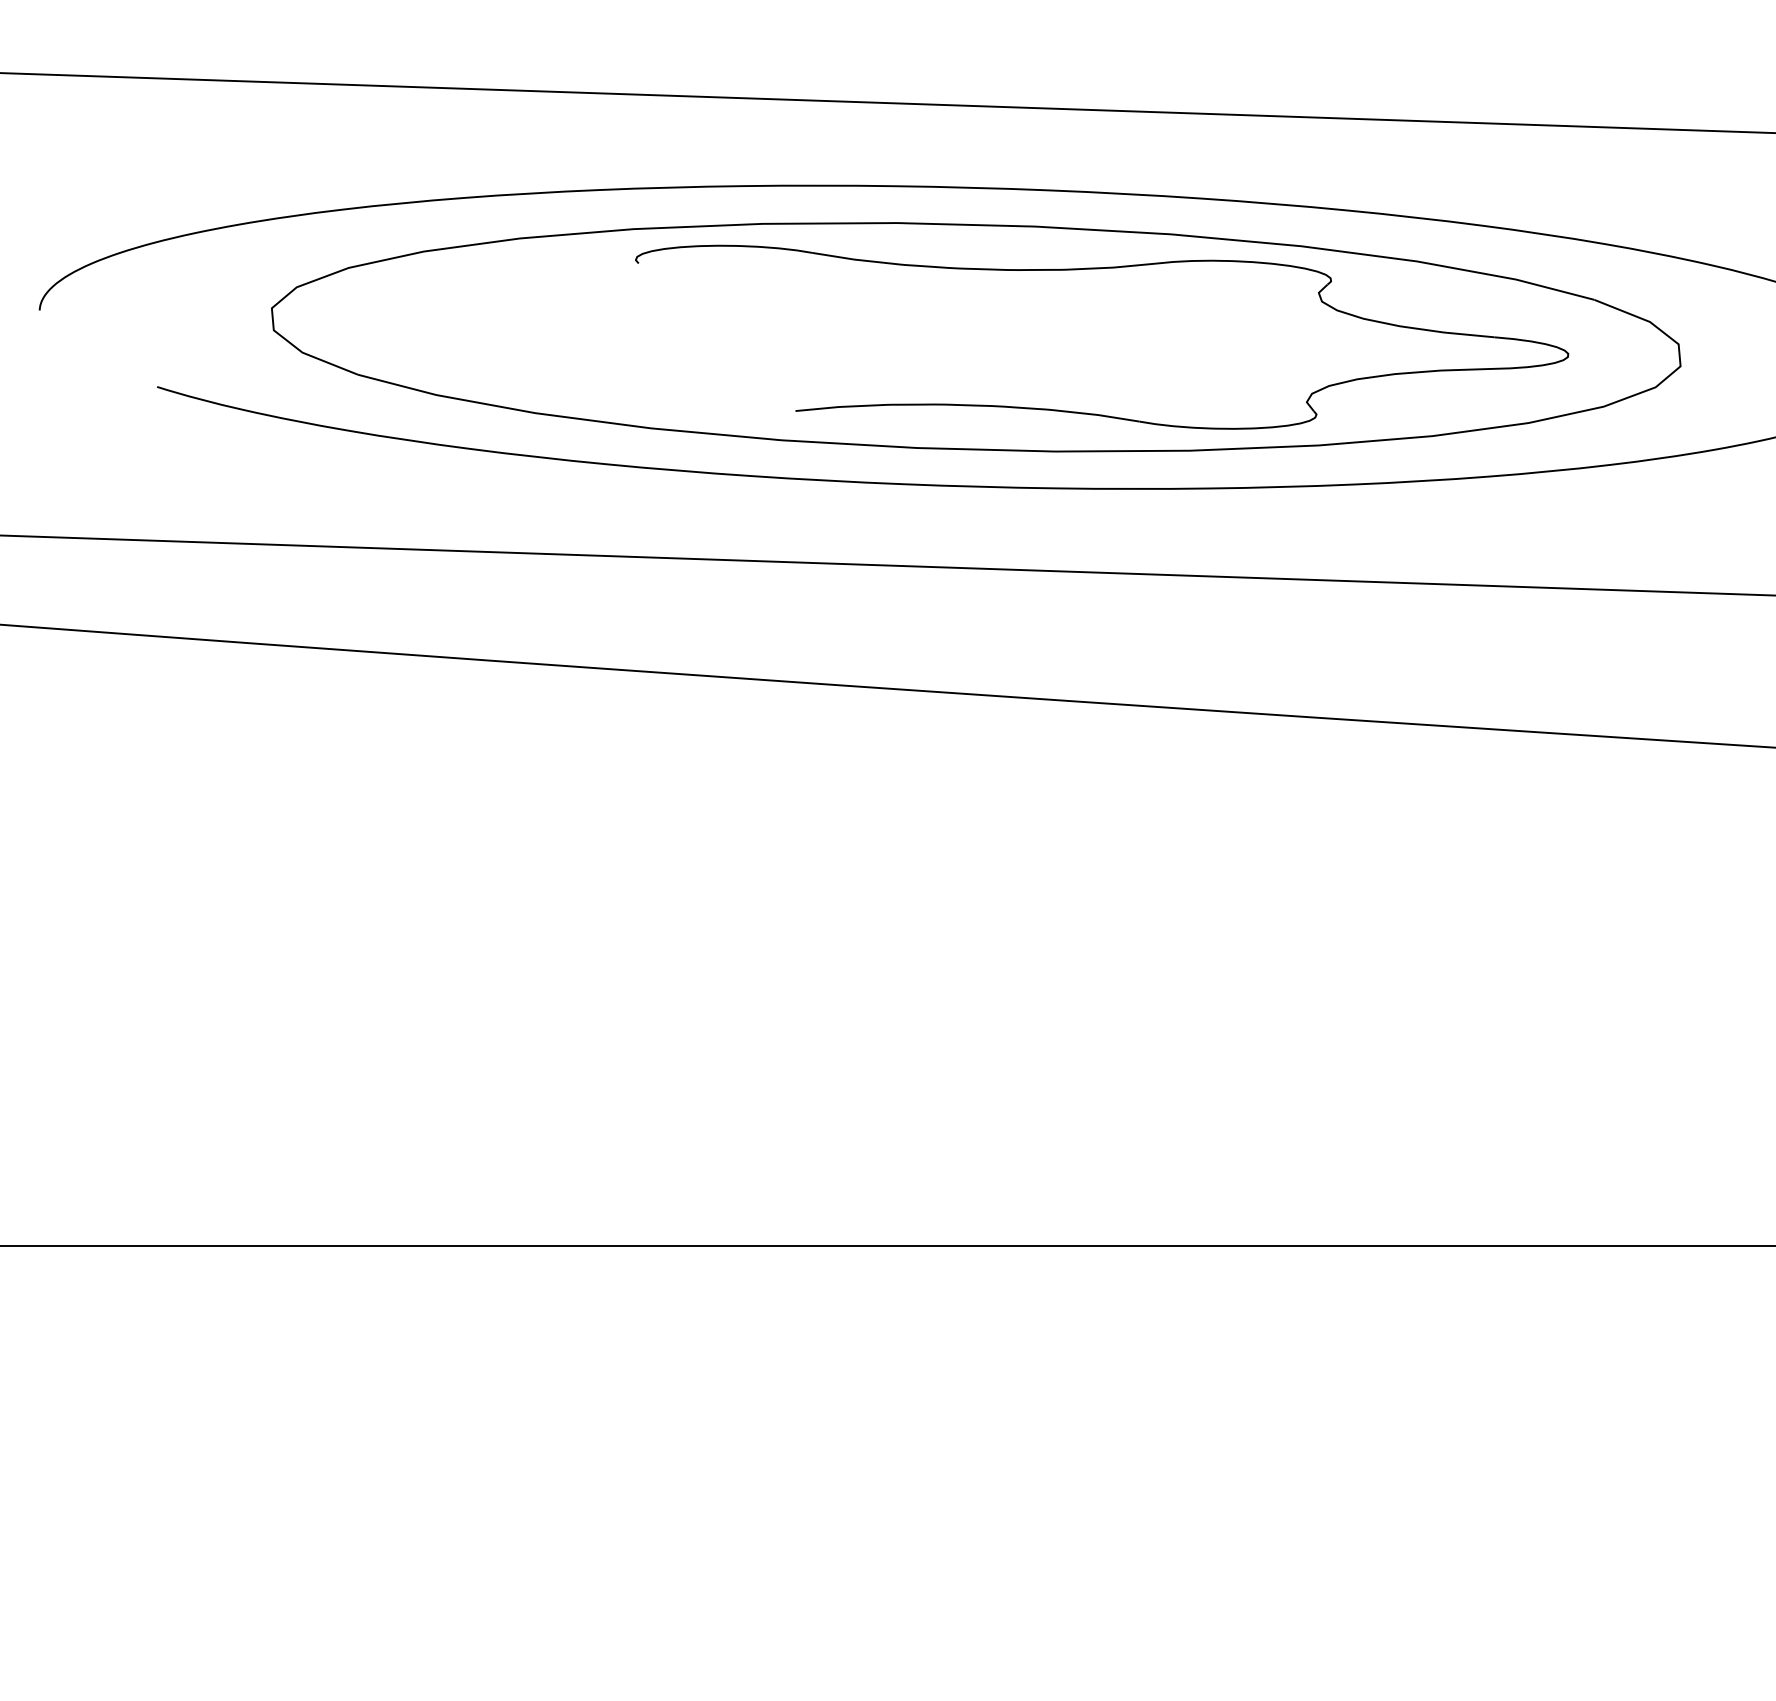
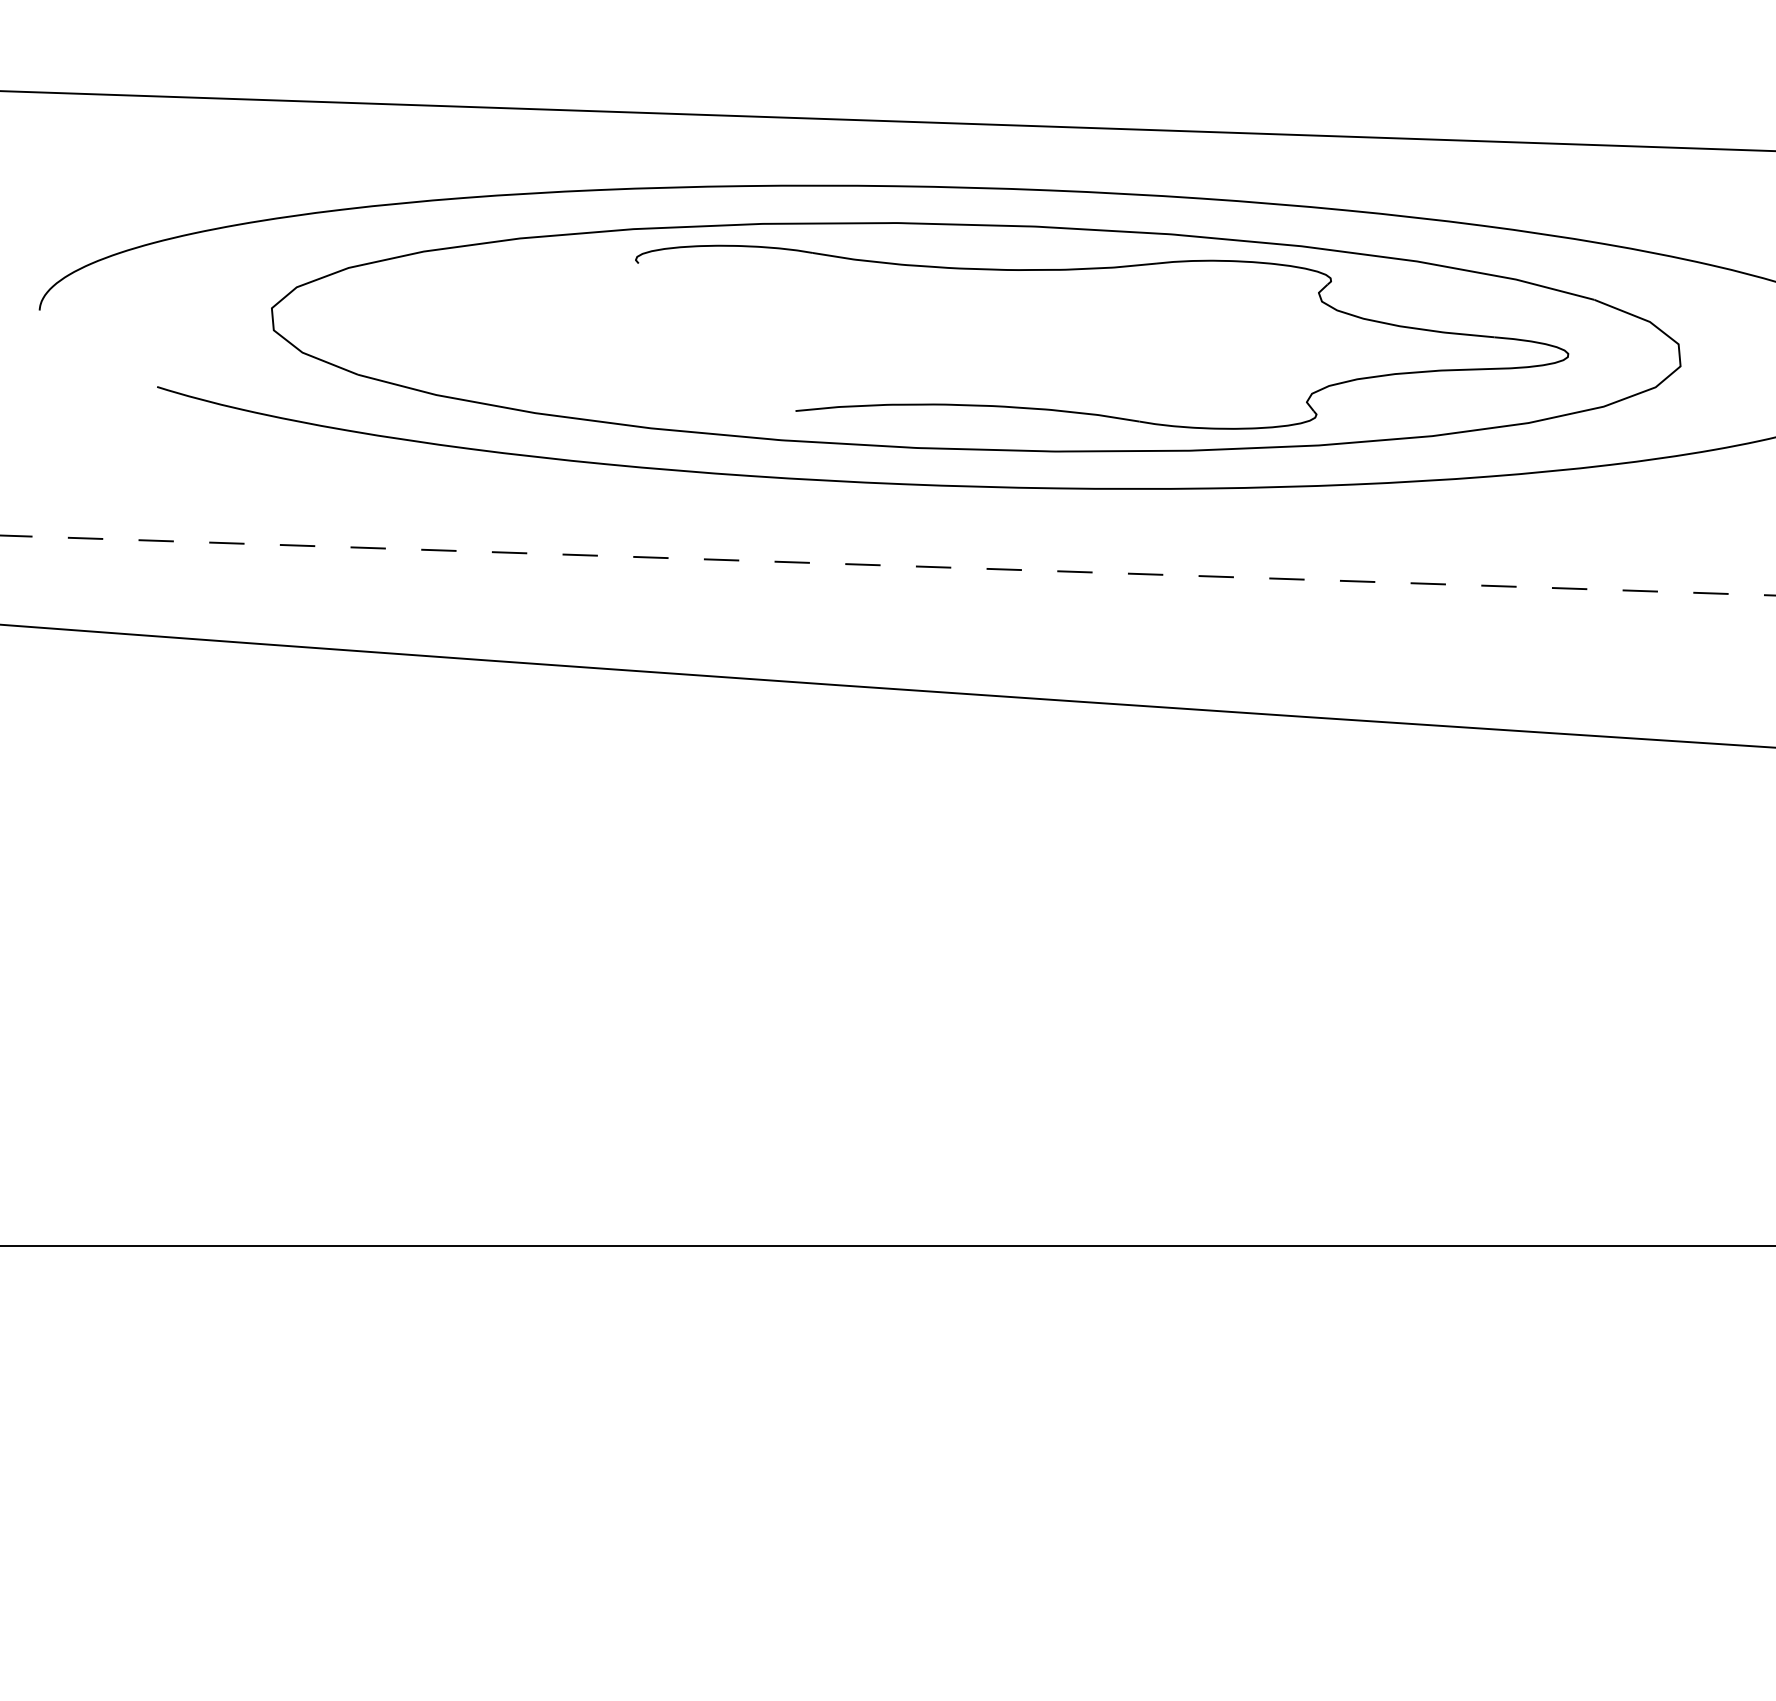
line at (887, 103) position: (887, 103) -> (887, 121)
line at (888, 565): solid -> dashed
